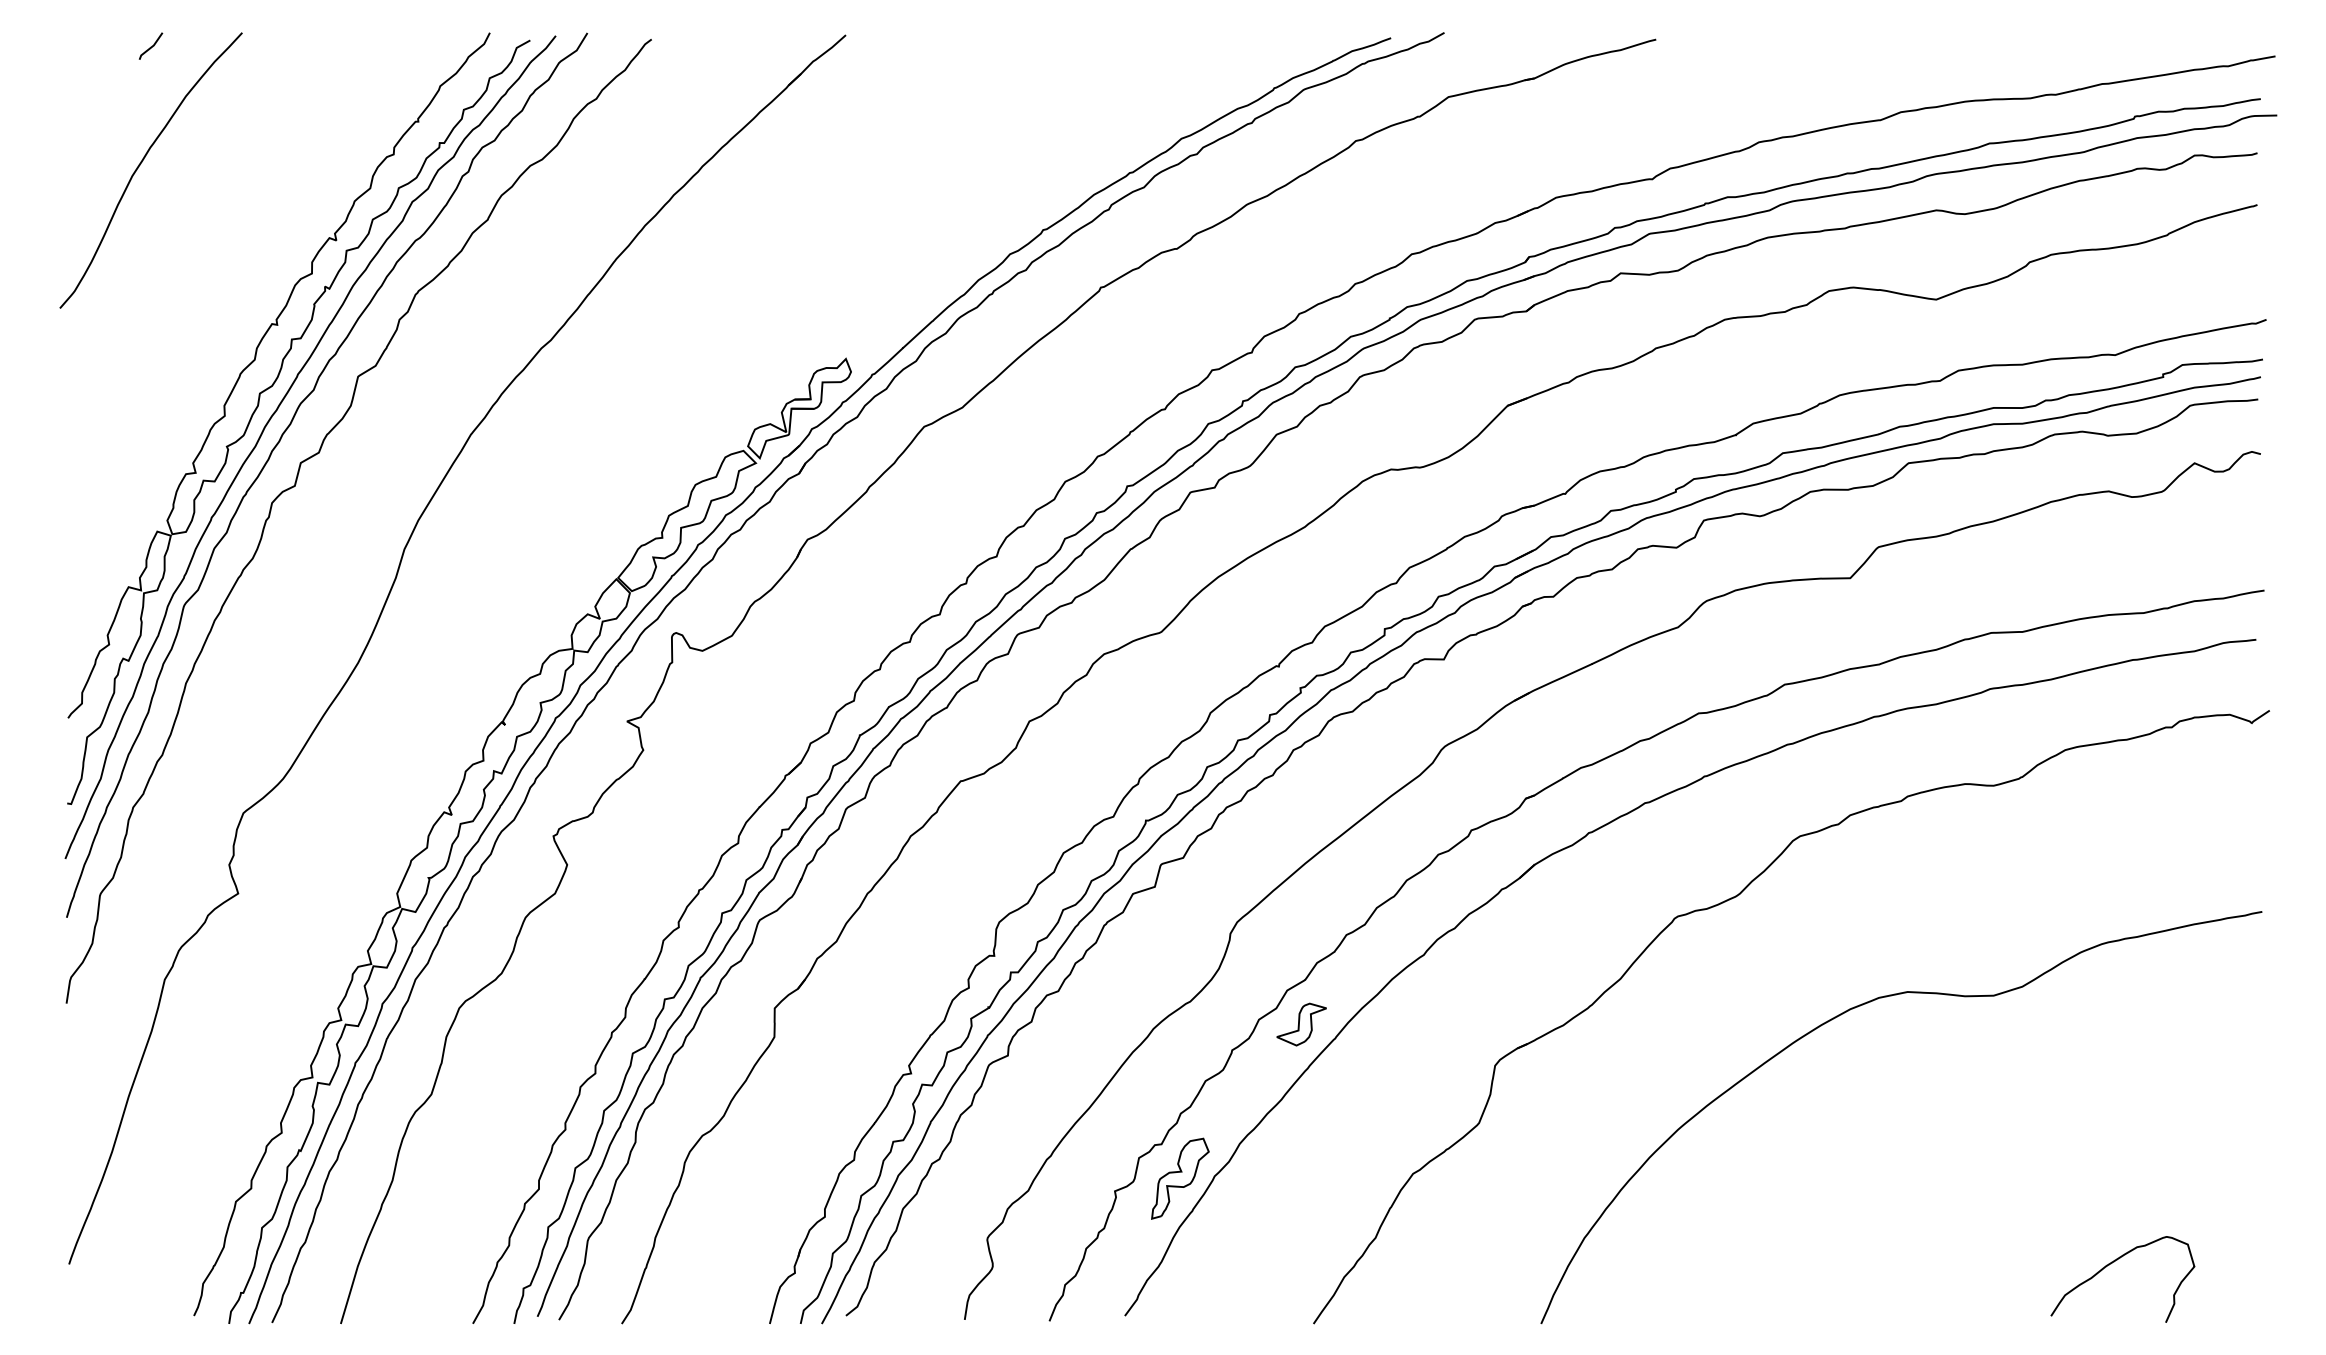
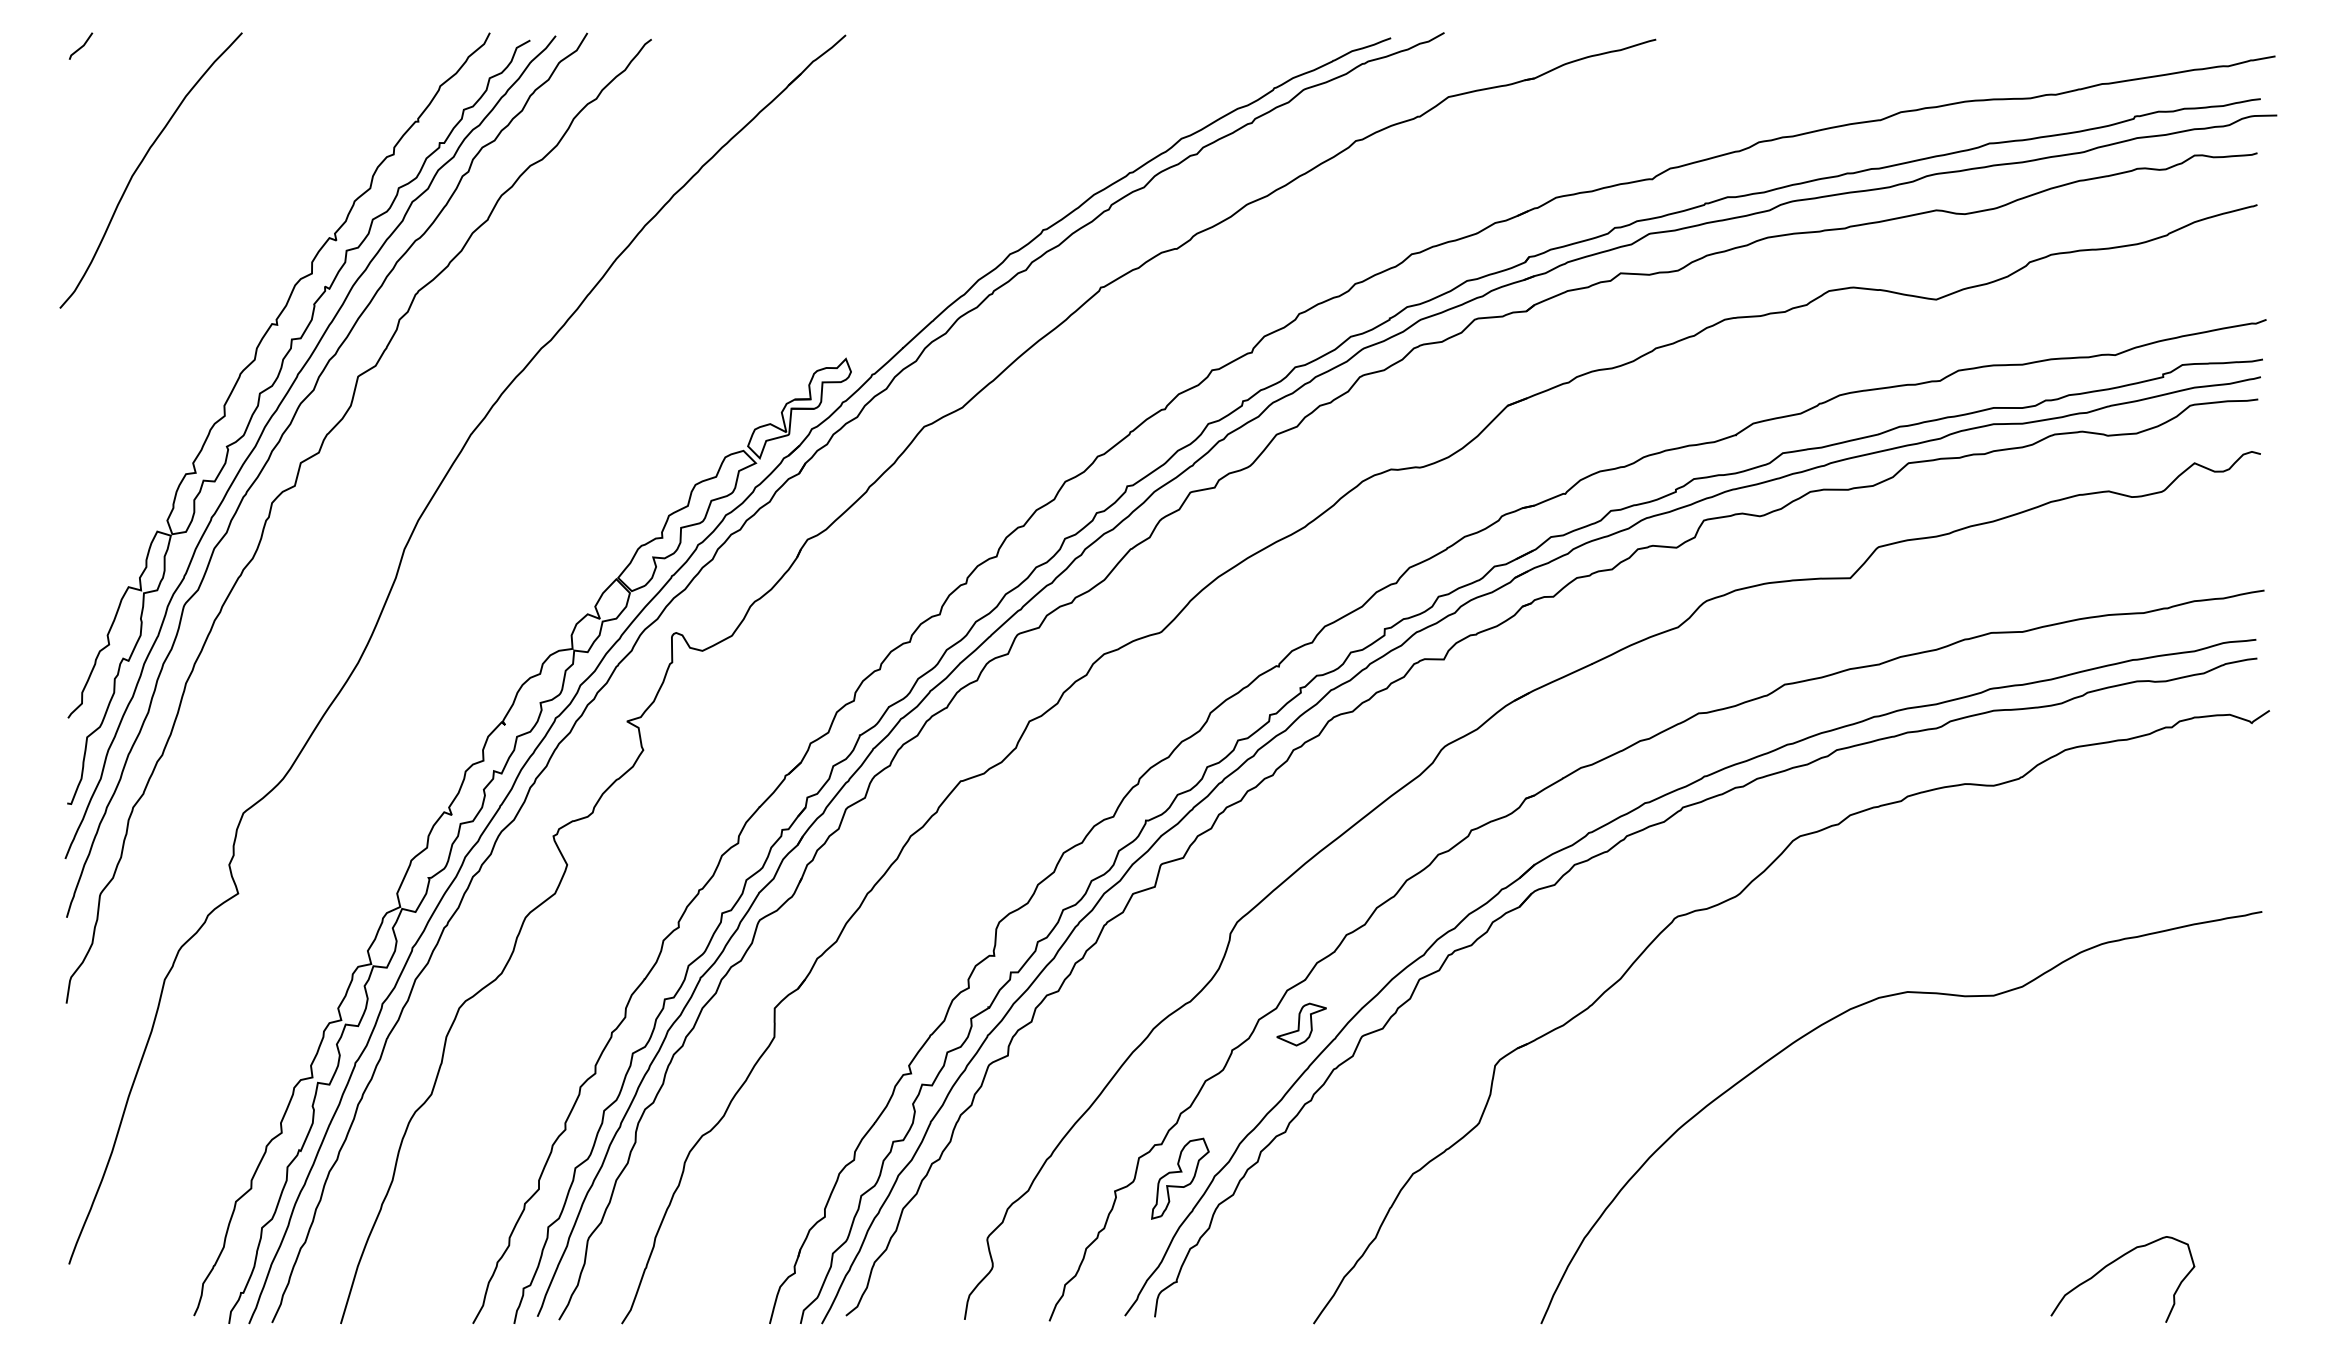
line at (150, 46) position: (150, 46) -> (80, 46)
part at (1609, 851): none -> present
